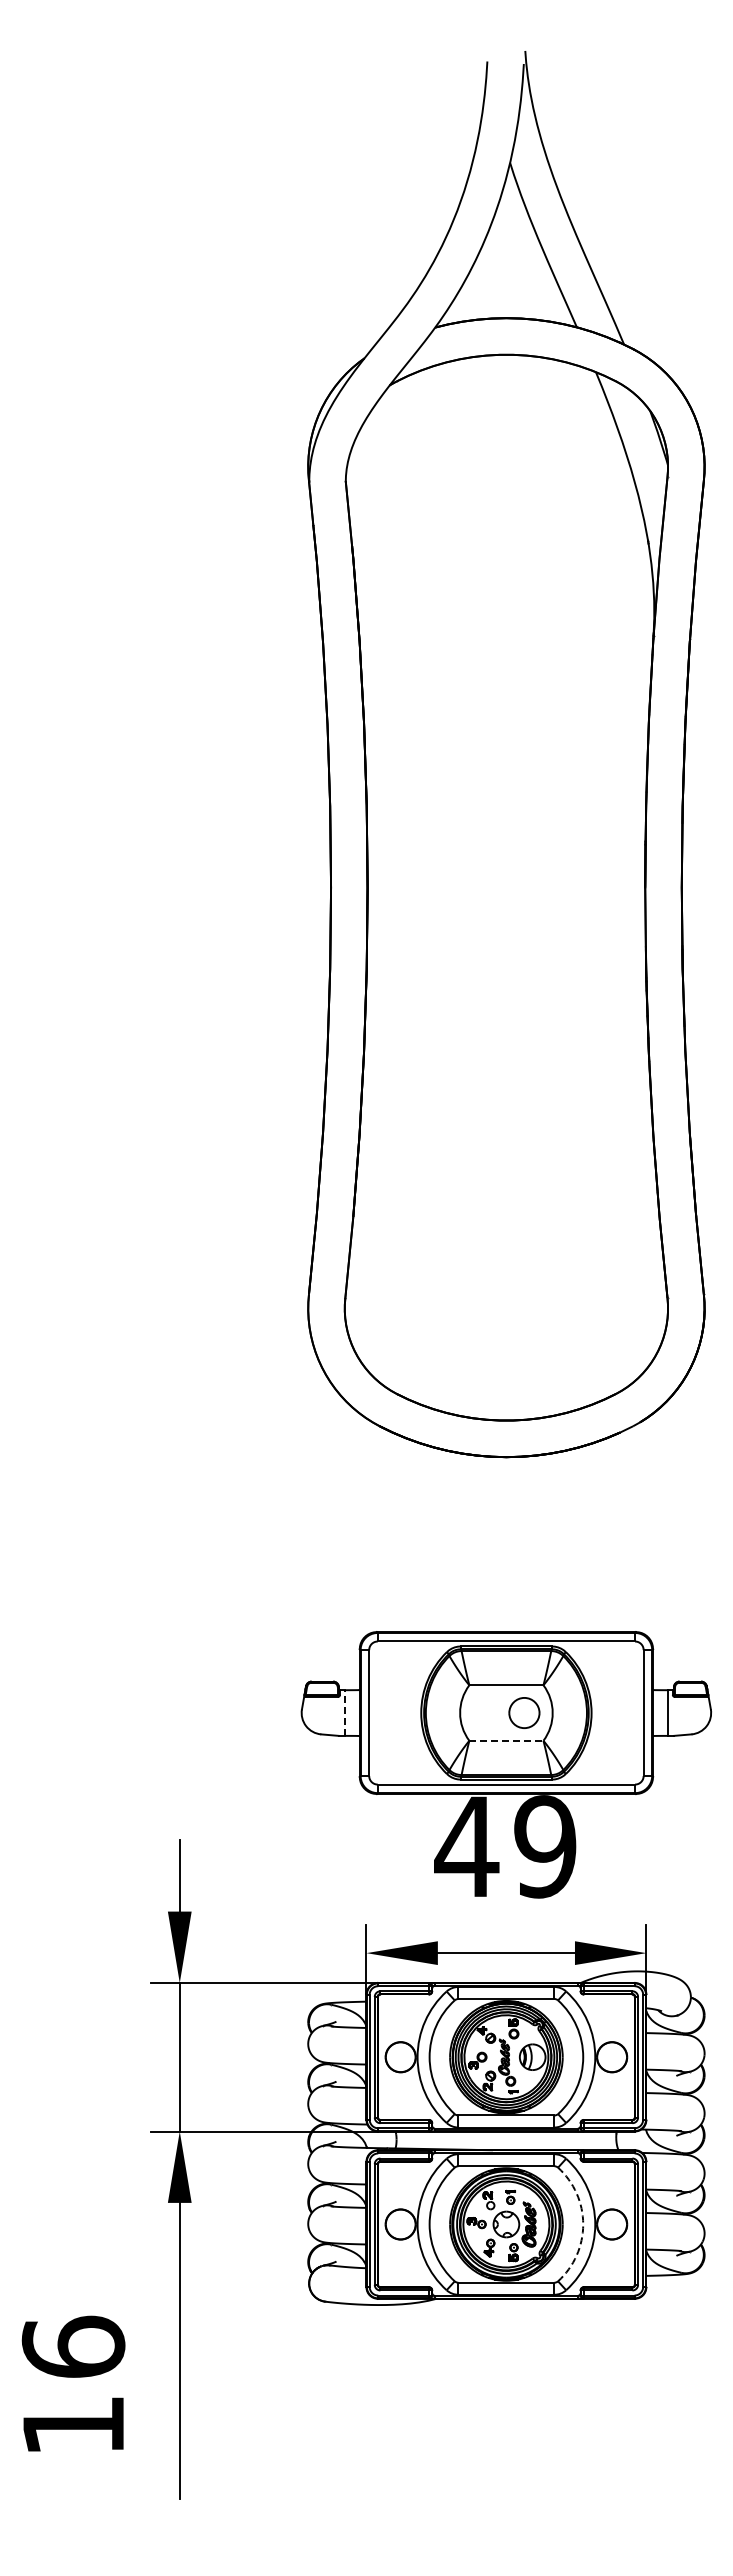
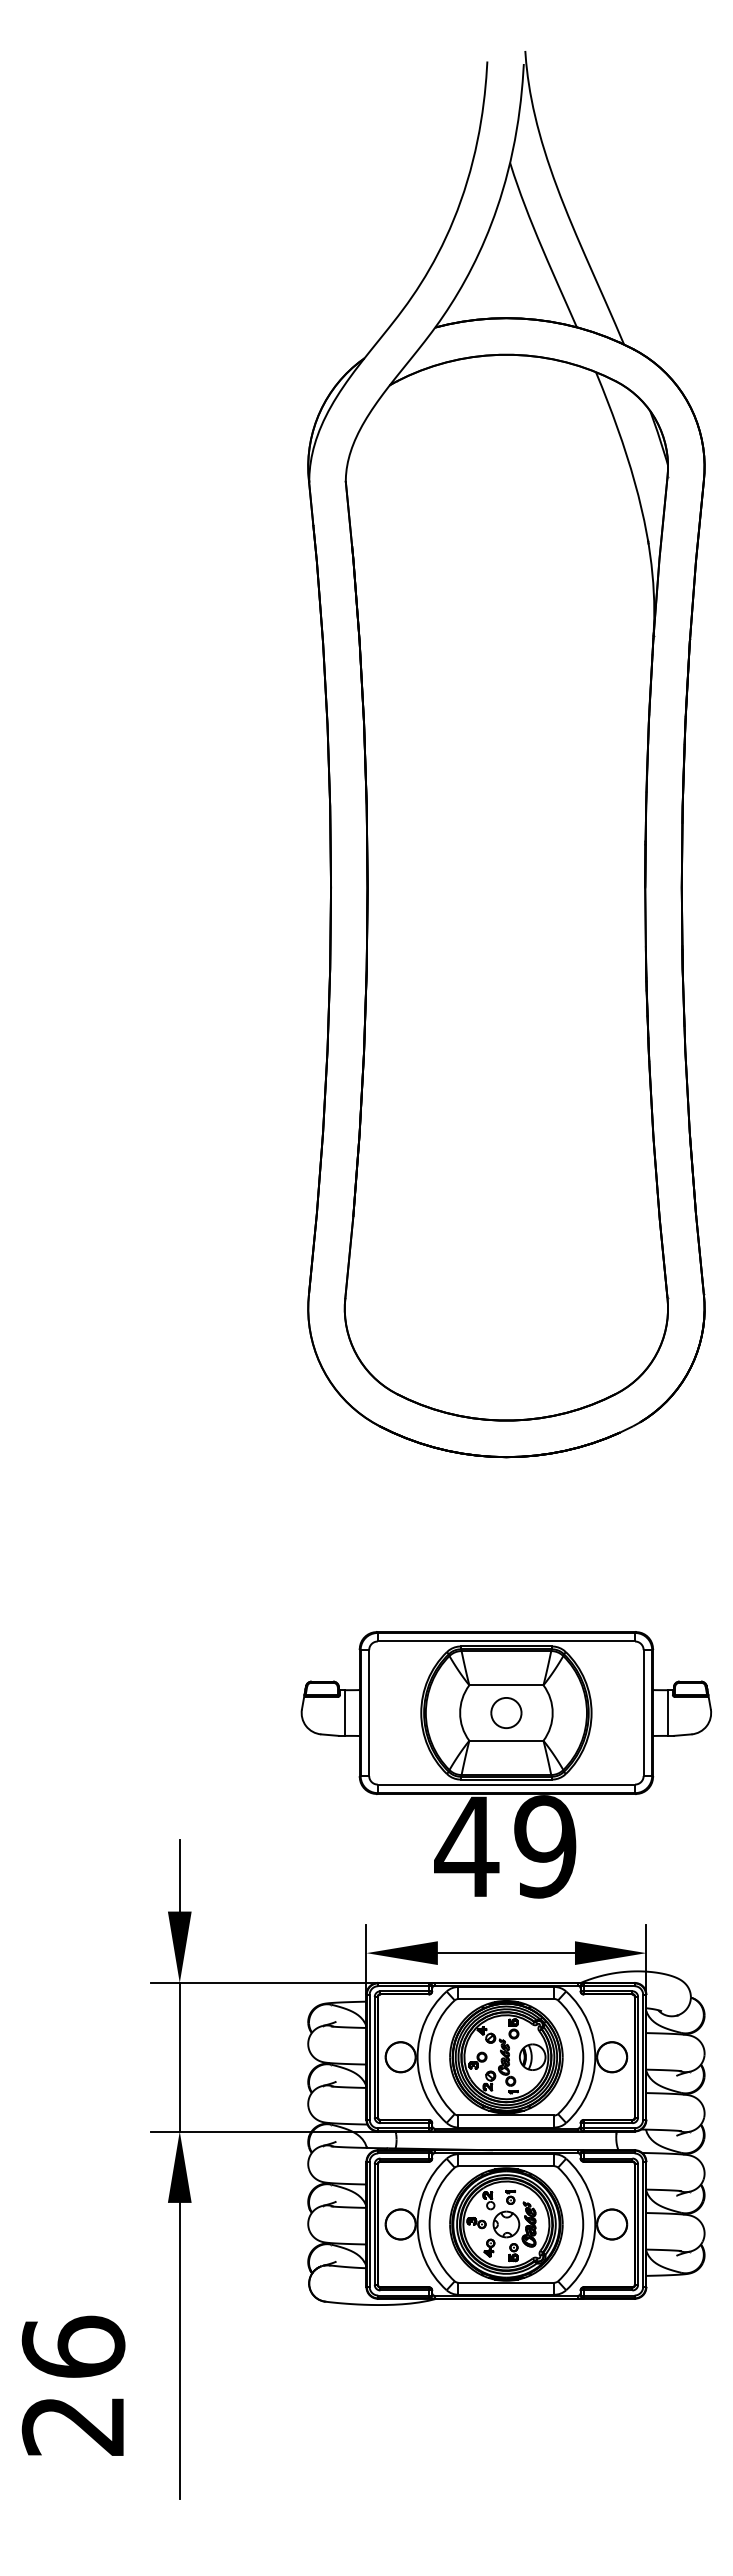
part at (524, 1712) position: (524, 1712) -> (506, 1712)
line at (345, 1713): dashed -> solid
line at (506, 1740): dashed -> solid
arc at (583, 2224): dashed -> solid
text at (72, 2426): 16 -> 26
